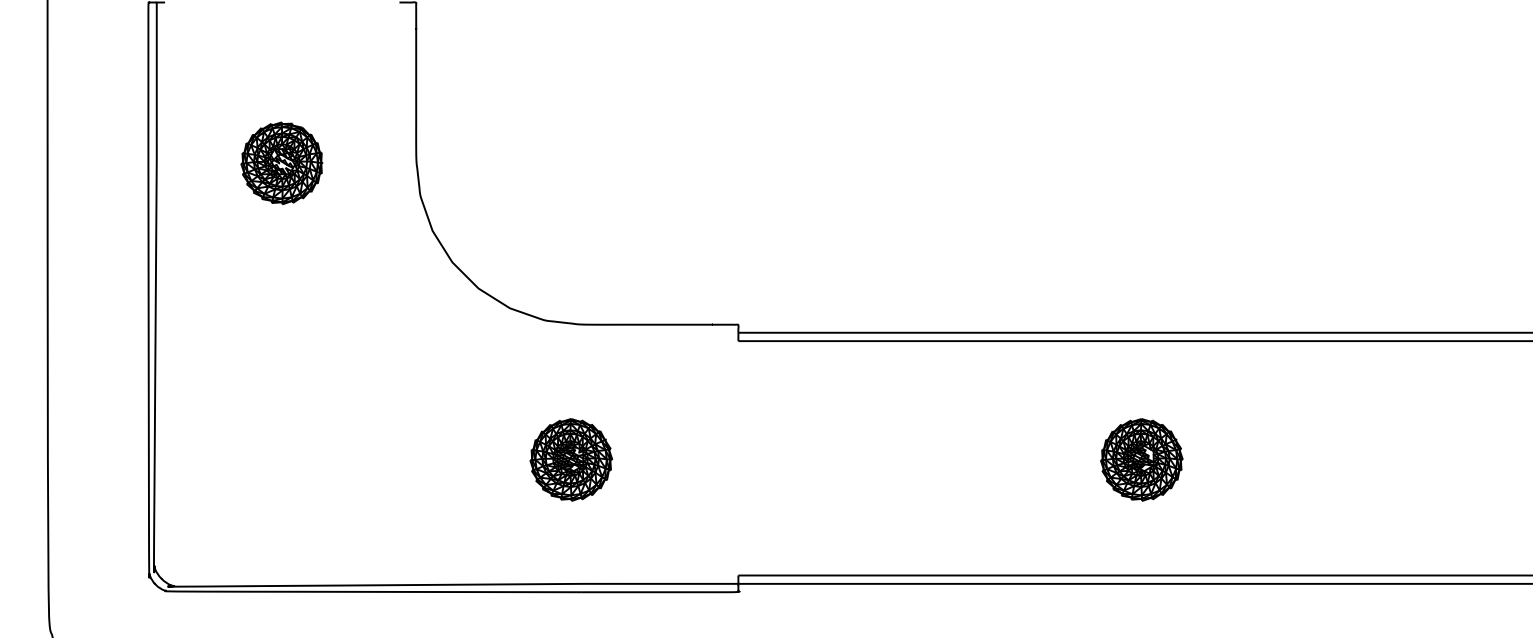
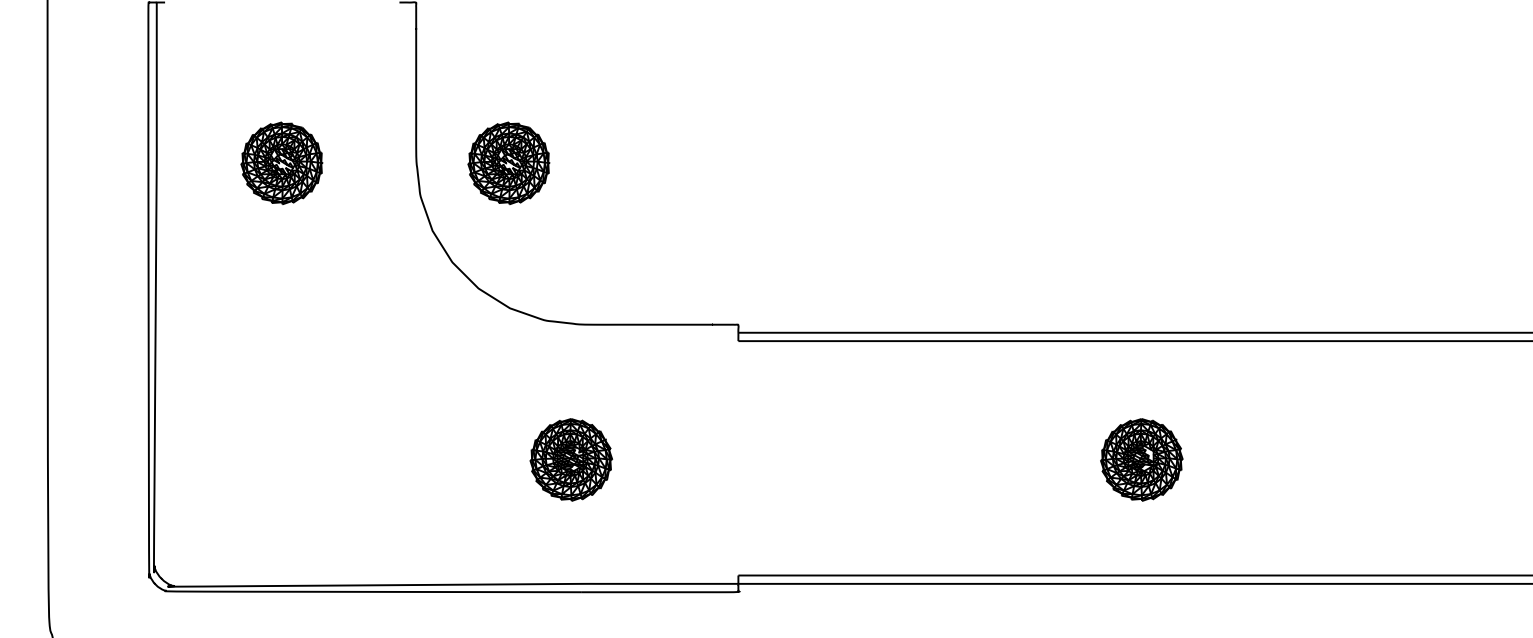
part at (508, 162): none -> present
